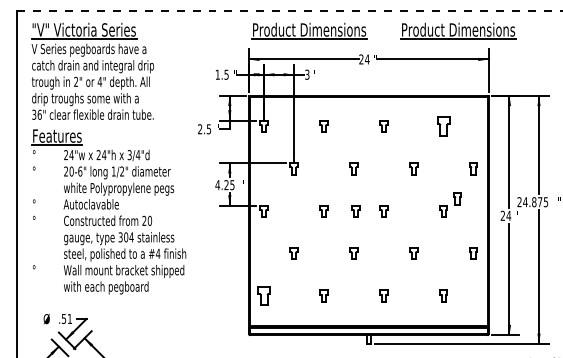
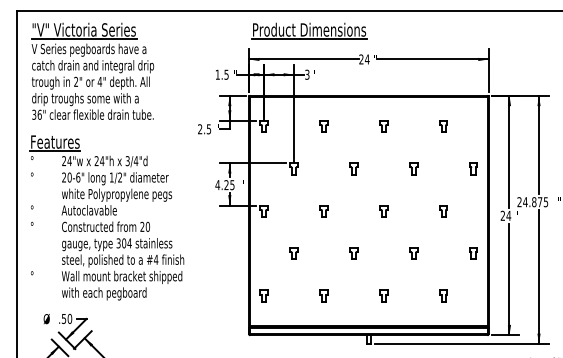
line at (289, 10): dashed -> solid
part at (458, 30): present -> none
part at (443, 126) size: 14x21 px -> 9x13 px
part at (457, 198): present -> none
part at (108, 211) position: (108, 211) -> (106, 217)
part at (355, 211): present -> none
part at (263, 295) size: 14x20 px -> 10x14 px
text at (69, 318): .51 -> .50
